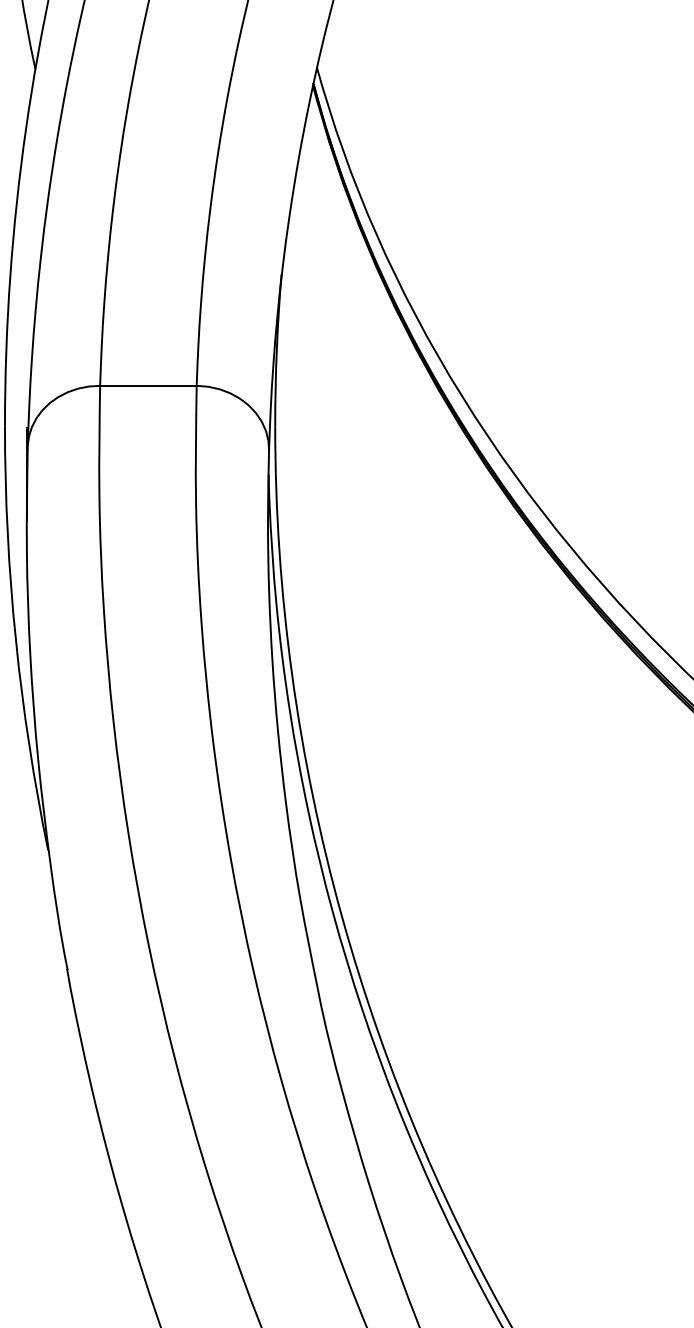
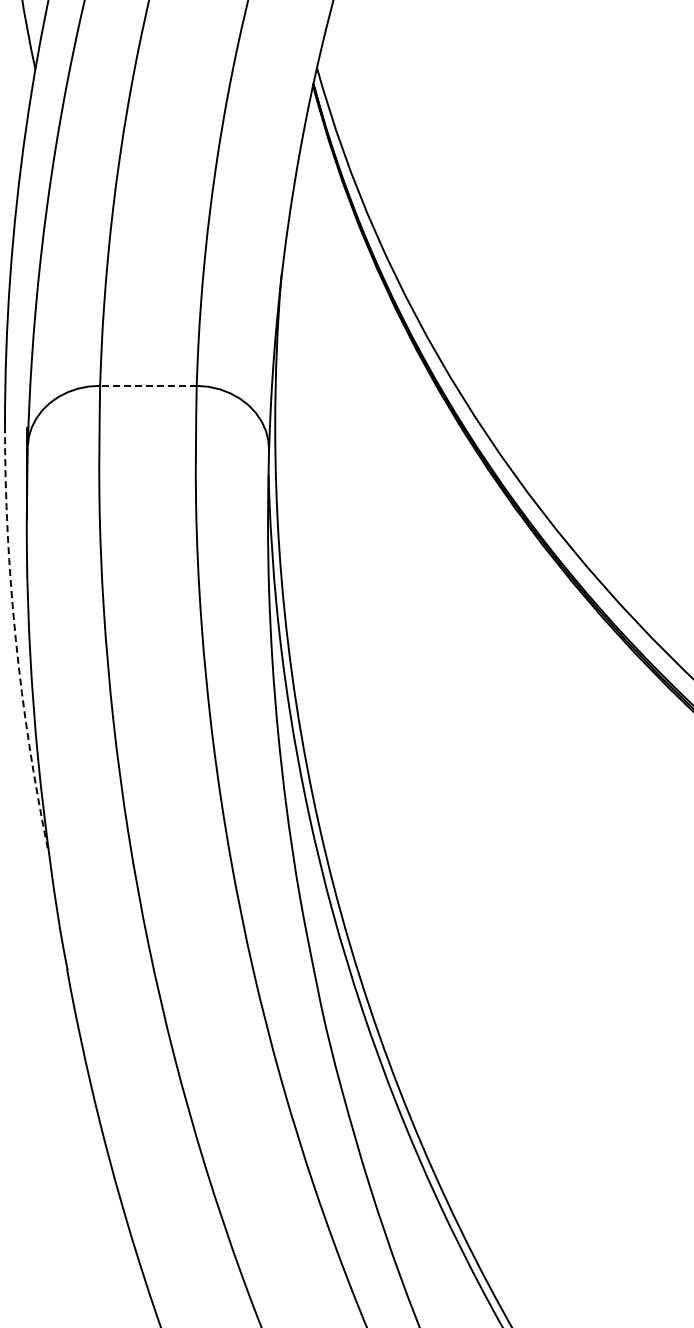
line at (147, 385): solid -> dashed
arc at (15, 639): solid -> dashed
